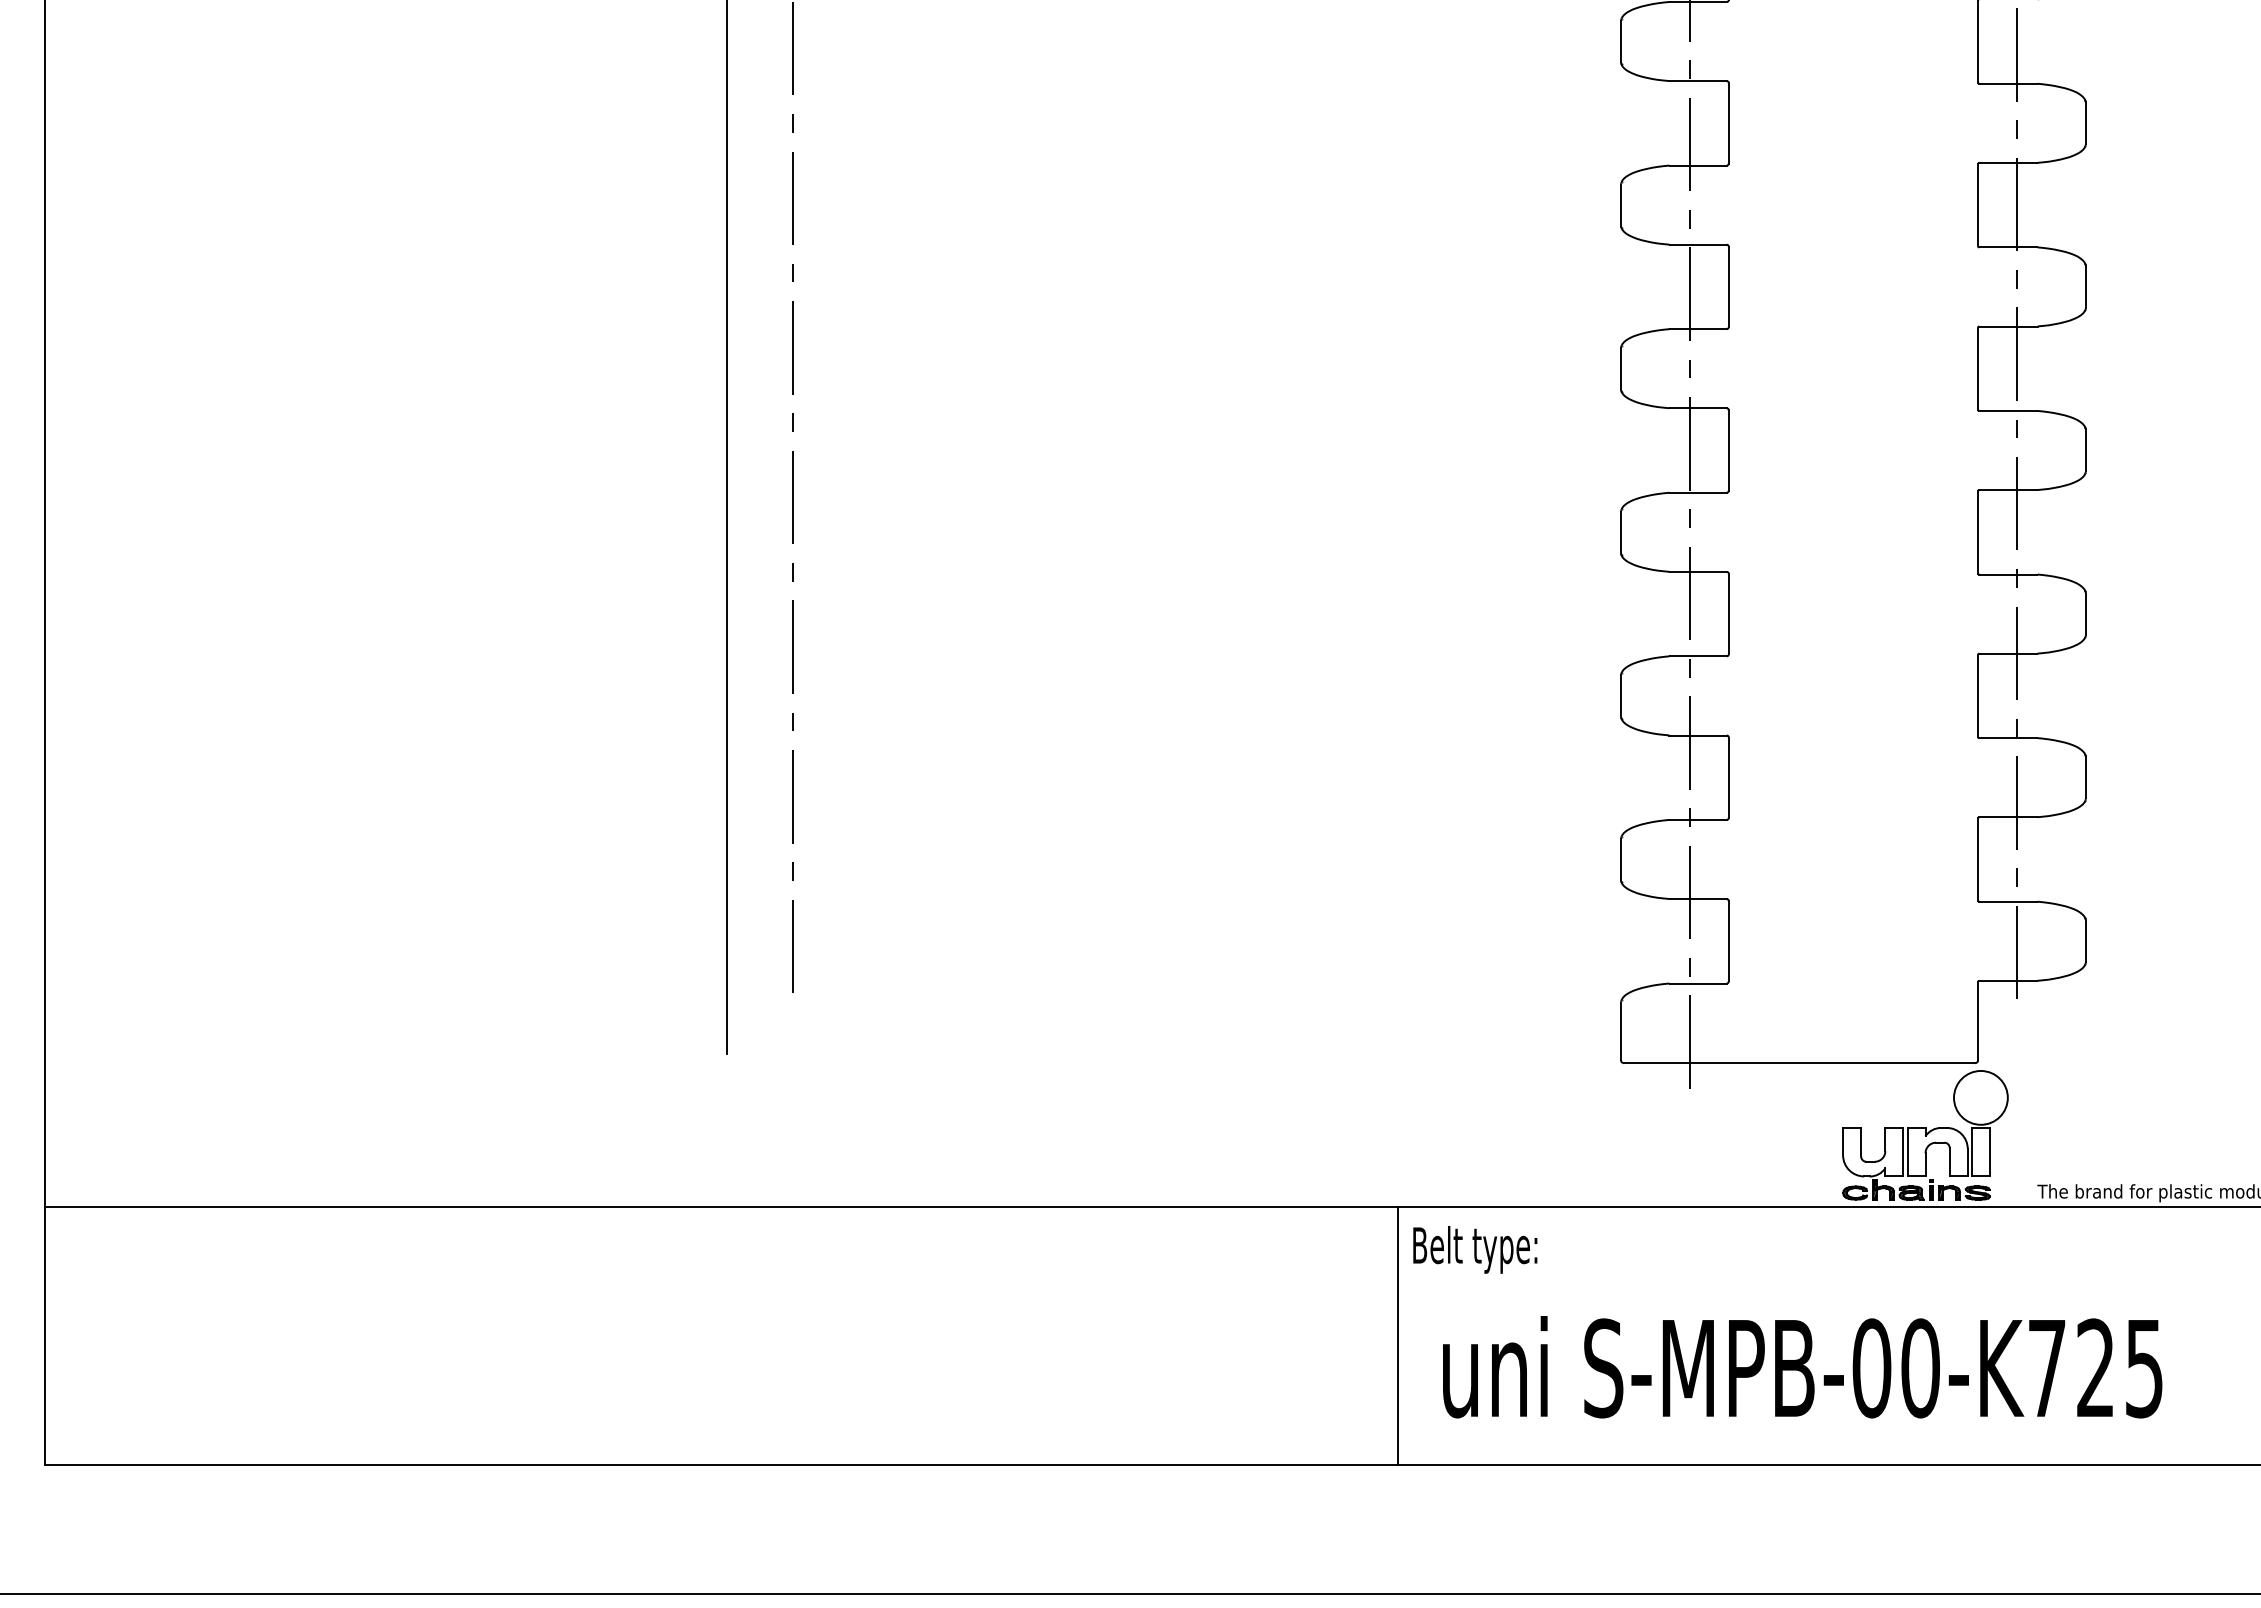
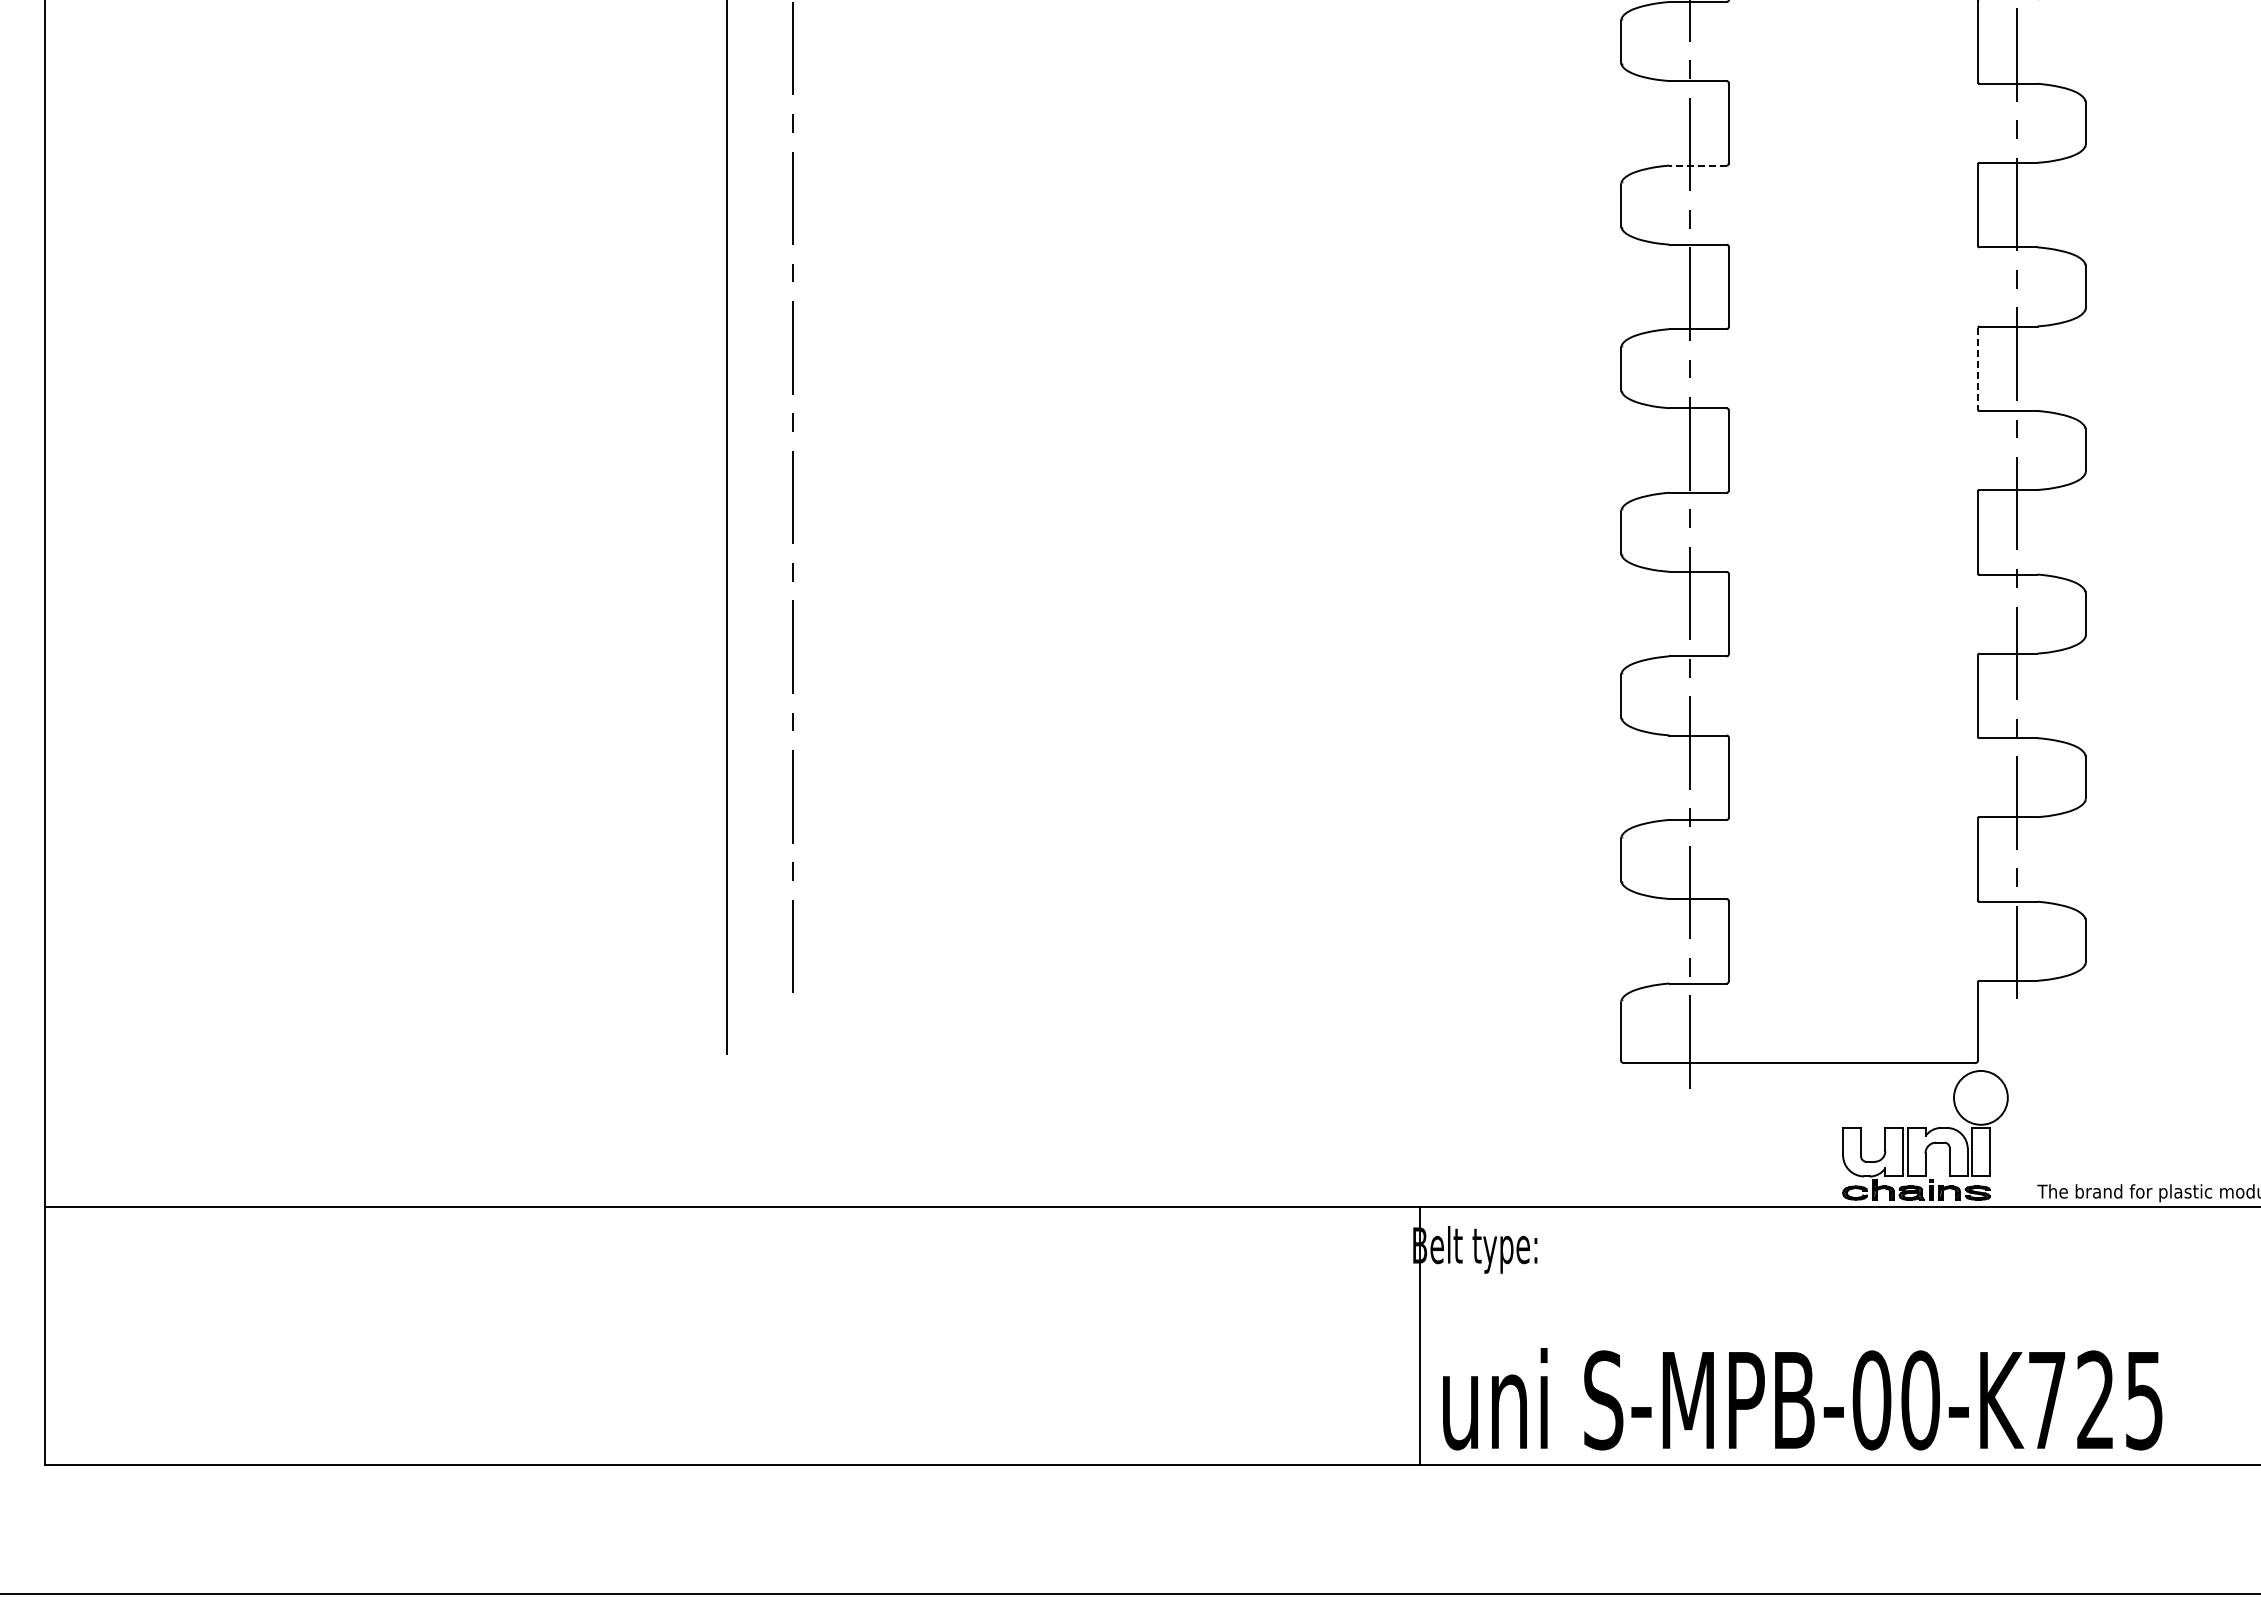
line at (1698, 165): solid -> dashed
line at (1978, 369): solid -> dashed
line at (1397, 1335) position: (1397, 1335) -> (1419, 1335)
text at (1802, 1367) position: (1802, 1367) -> (1802, 1399)
